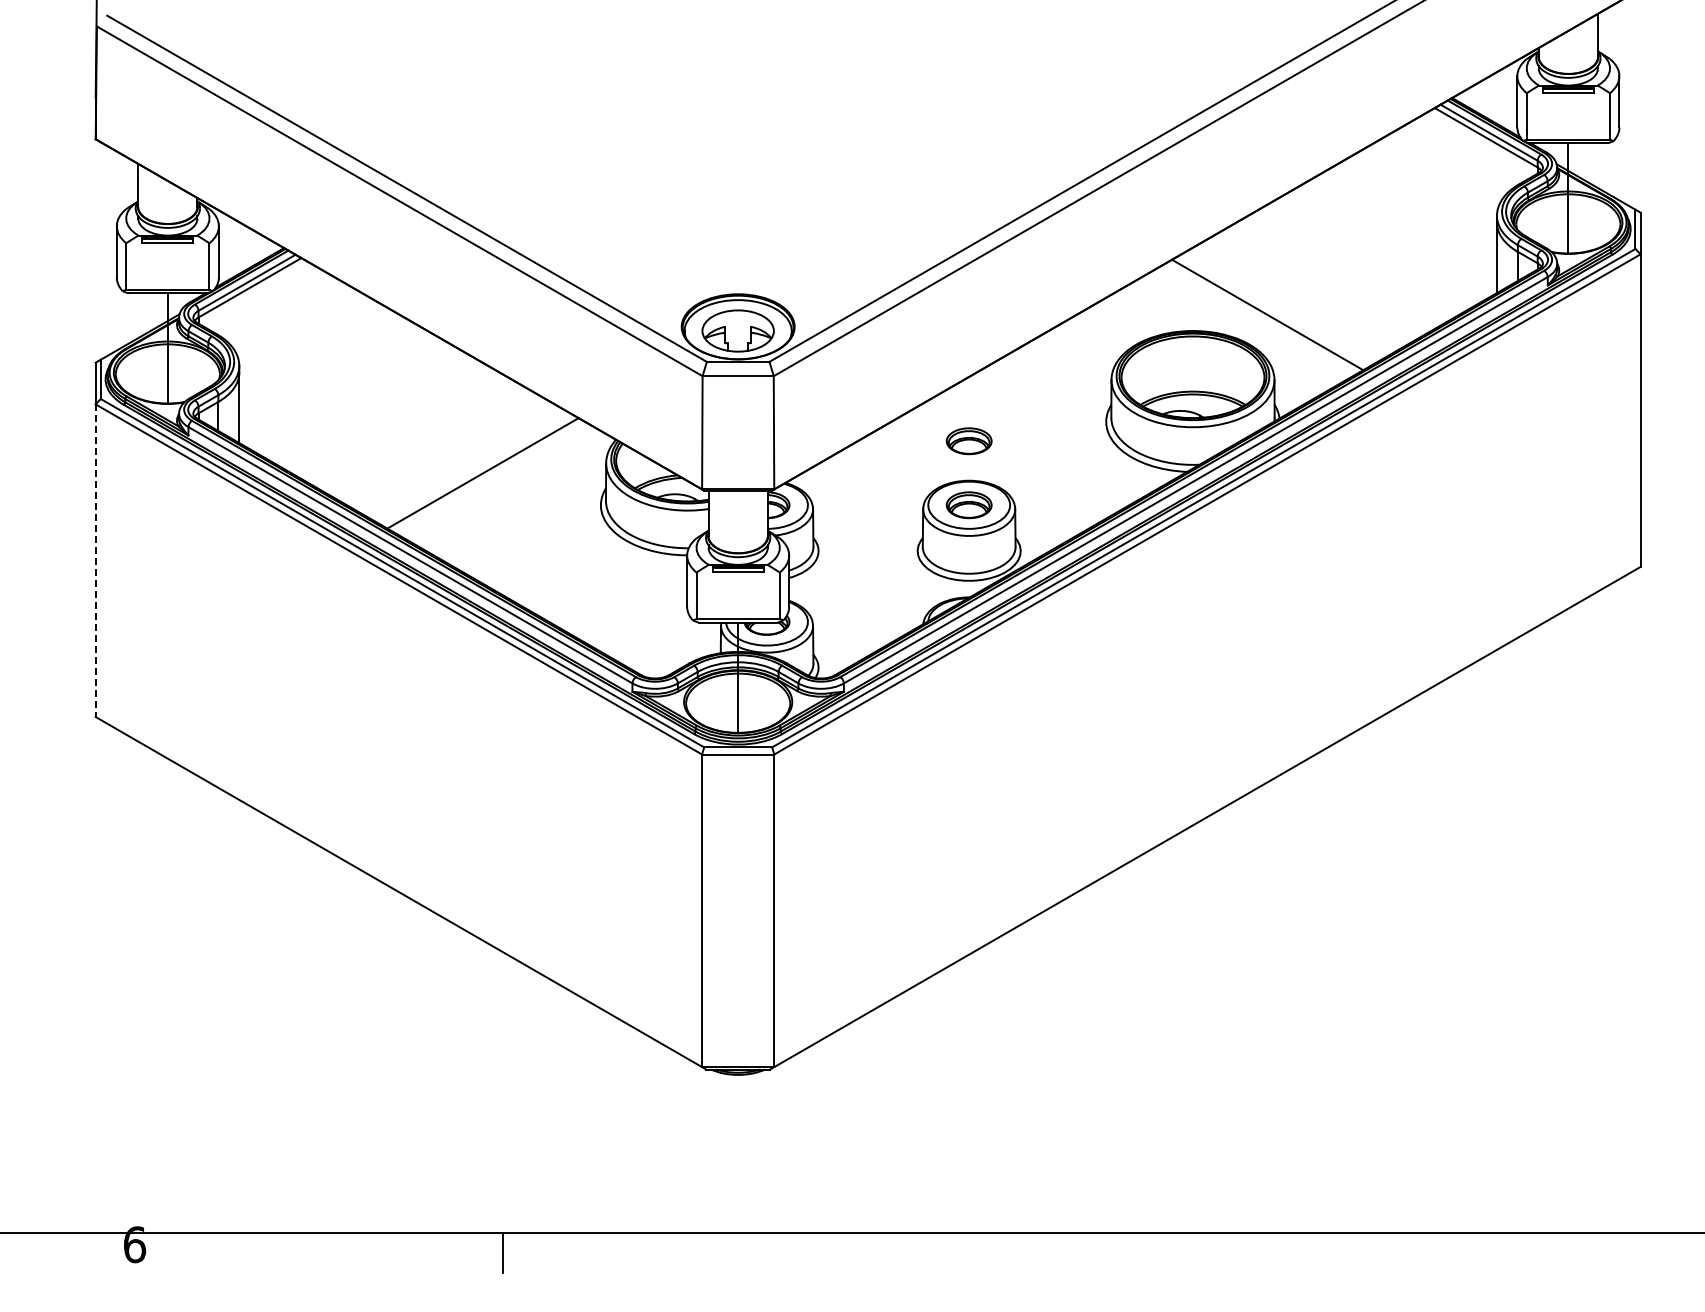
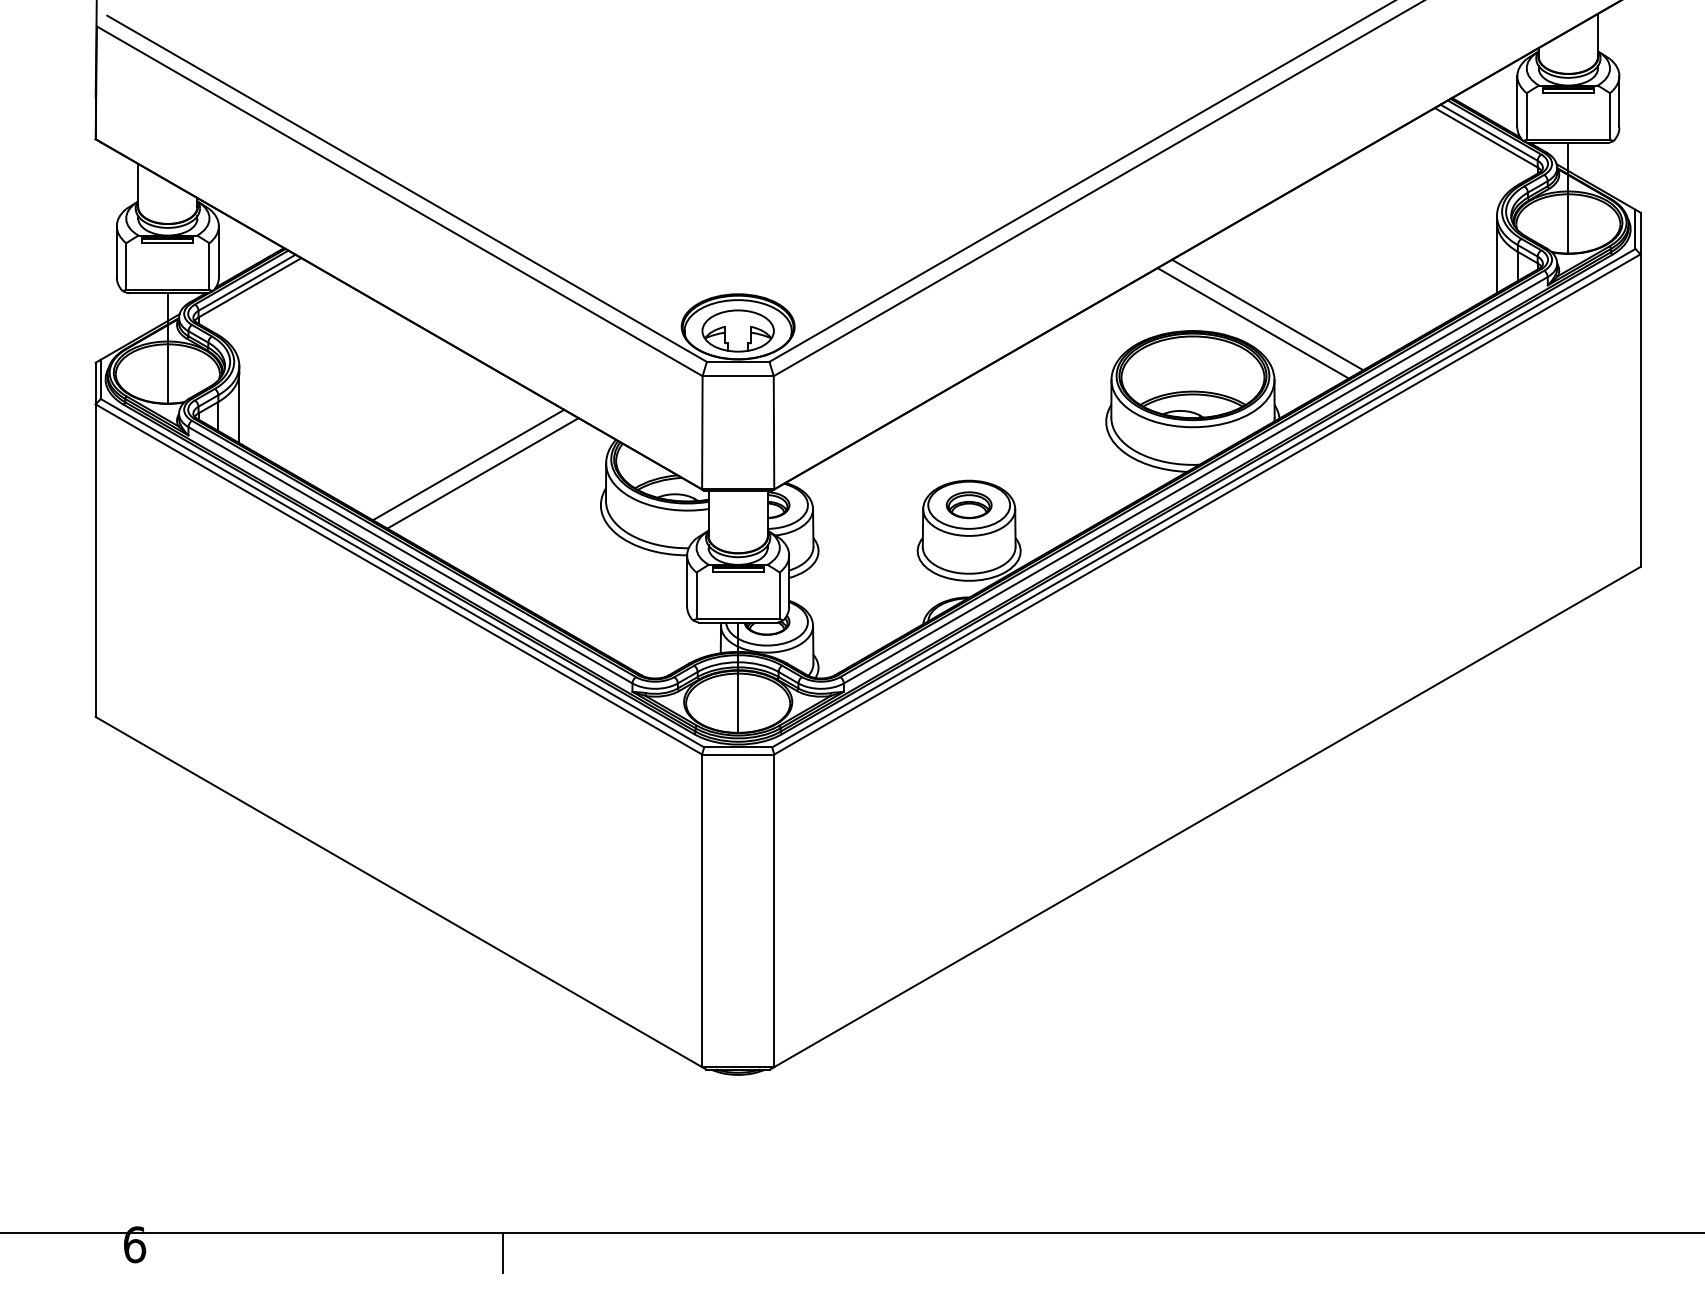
line at (1252, 323): none -> present
part at (968, 441): present -> none
line at (468, 464): none -> present
line at (95, 561): dashed -> solid
